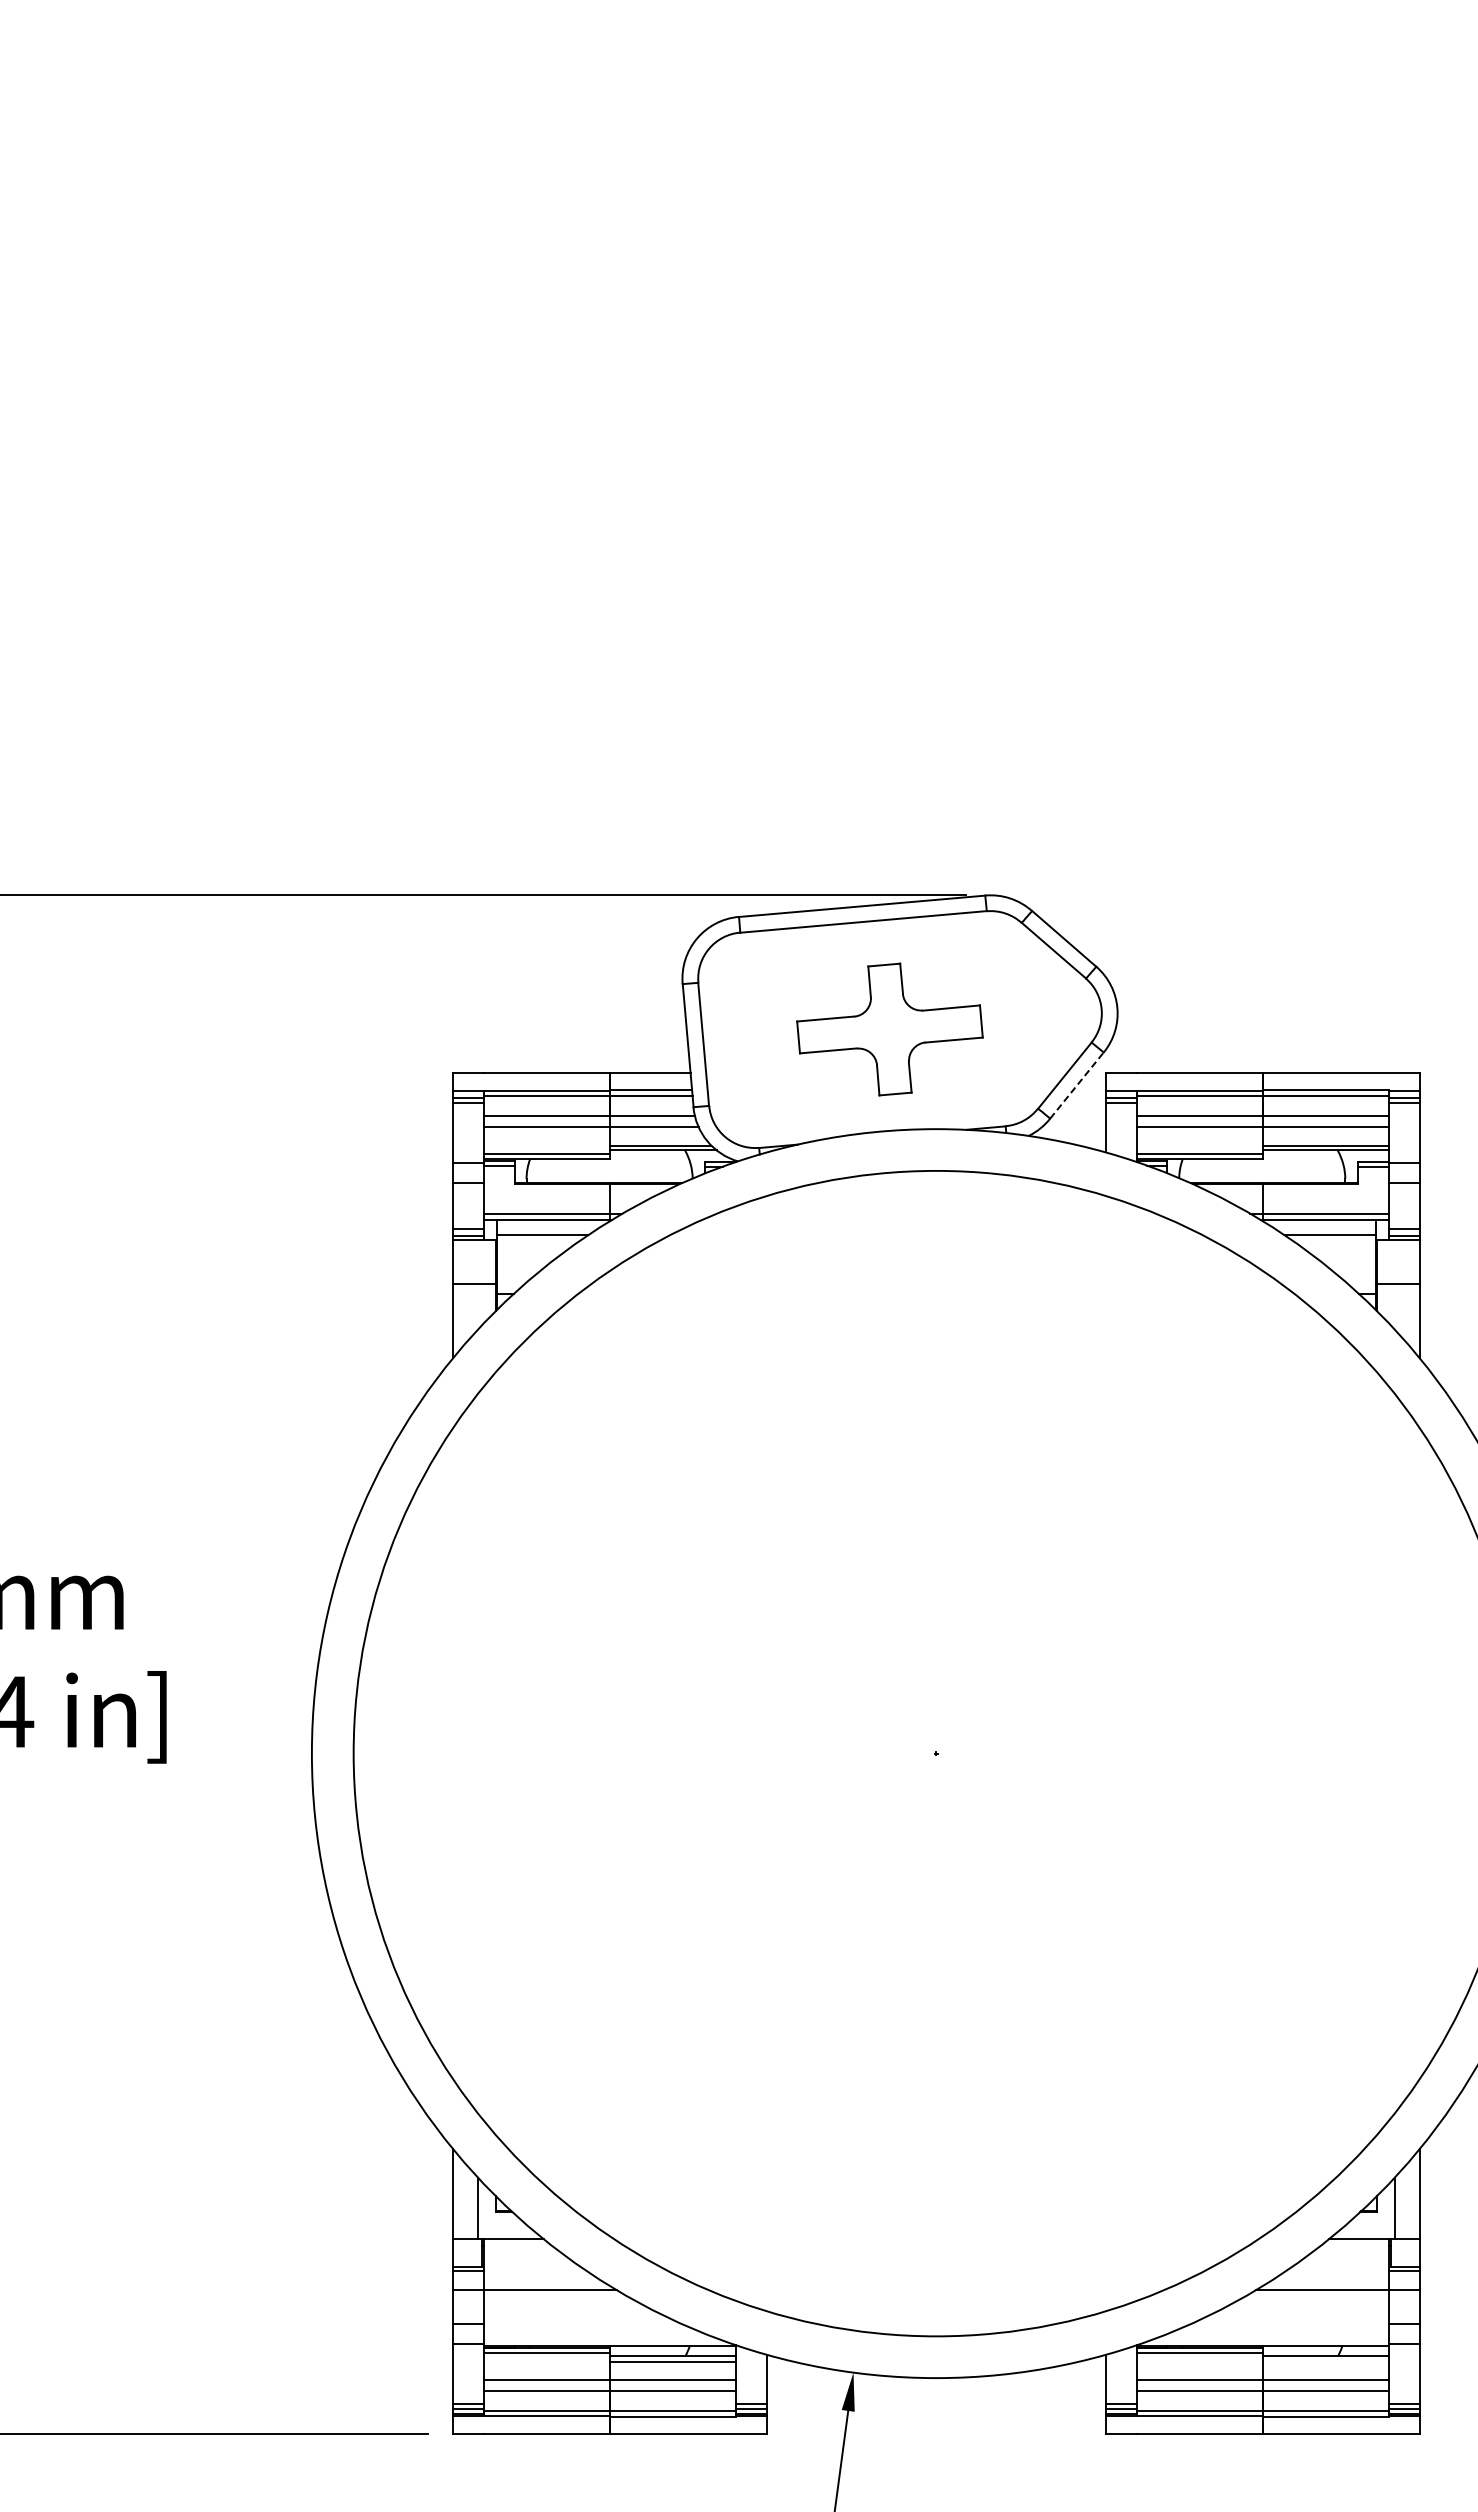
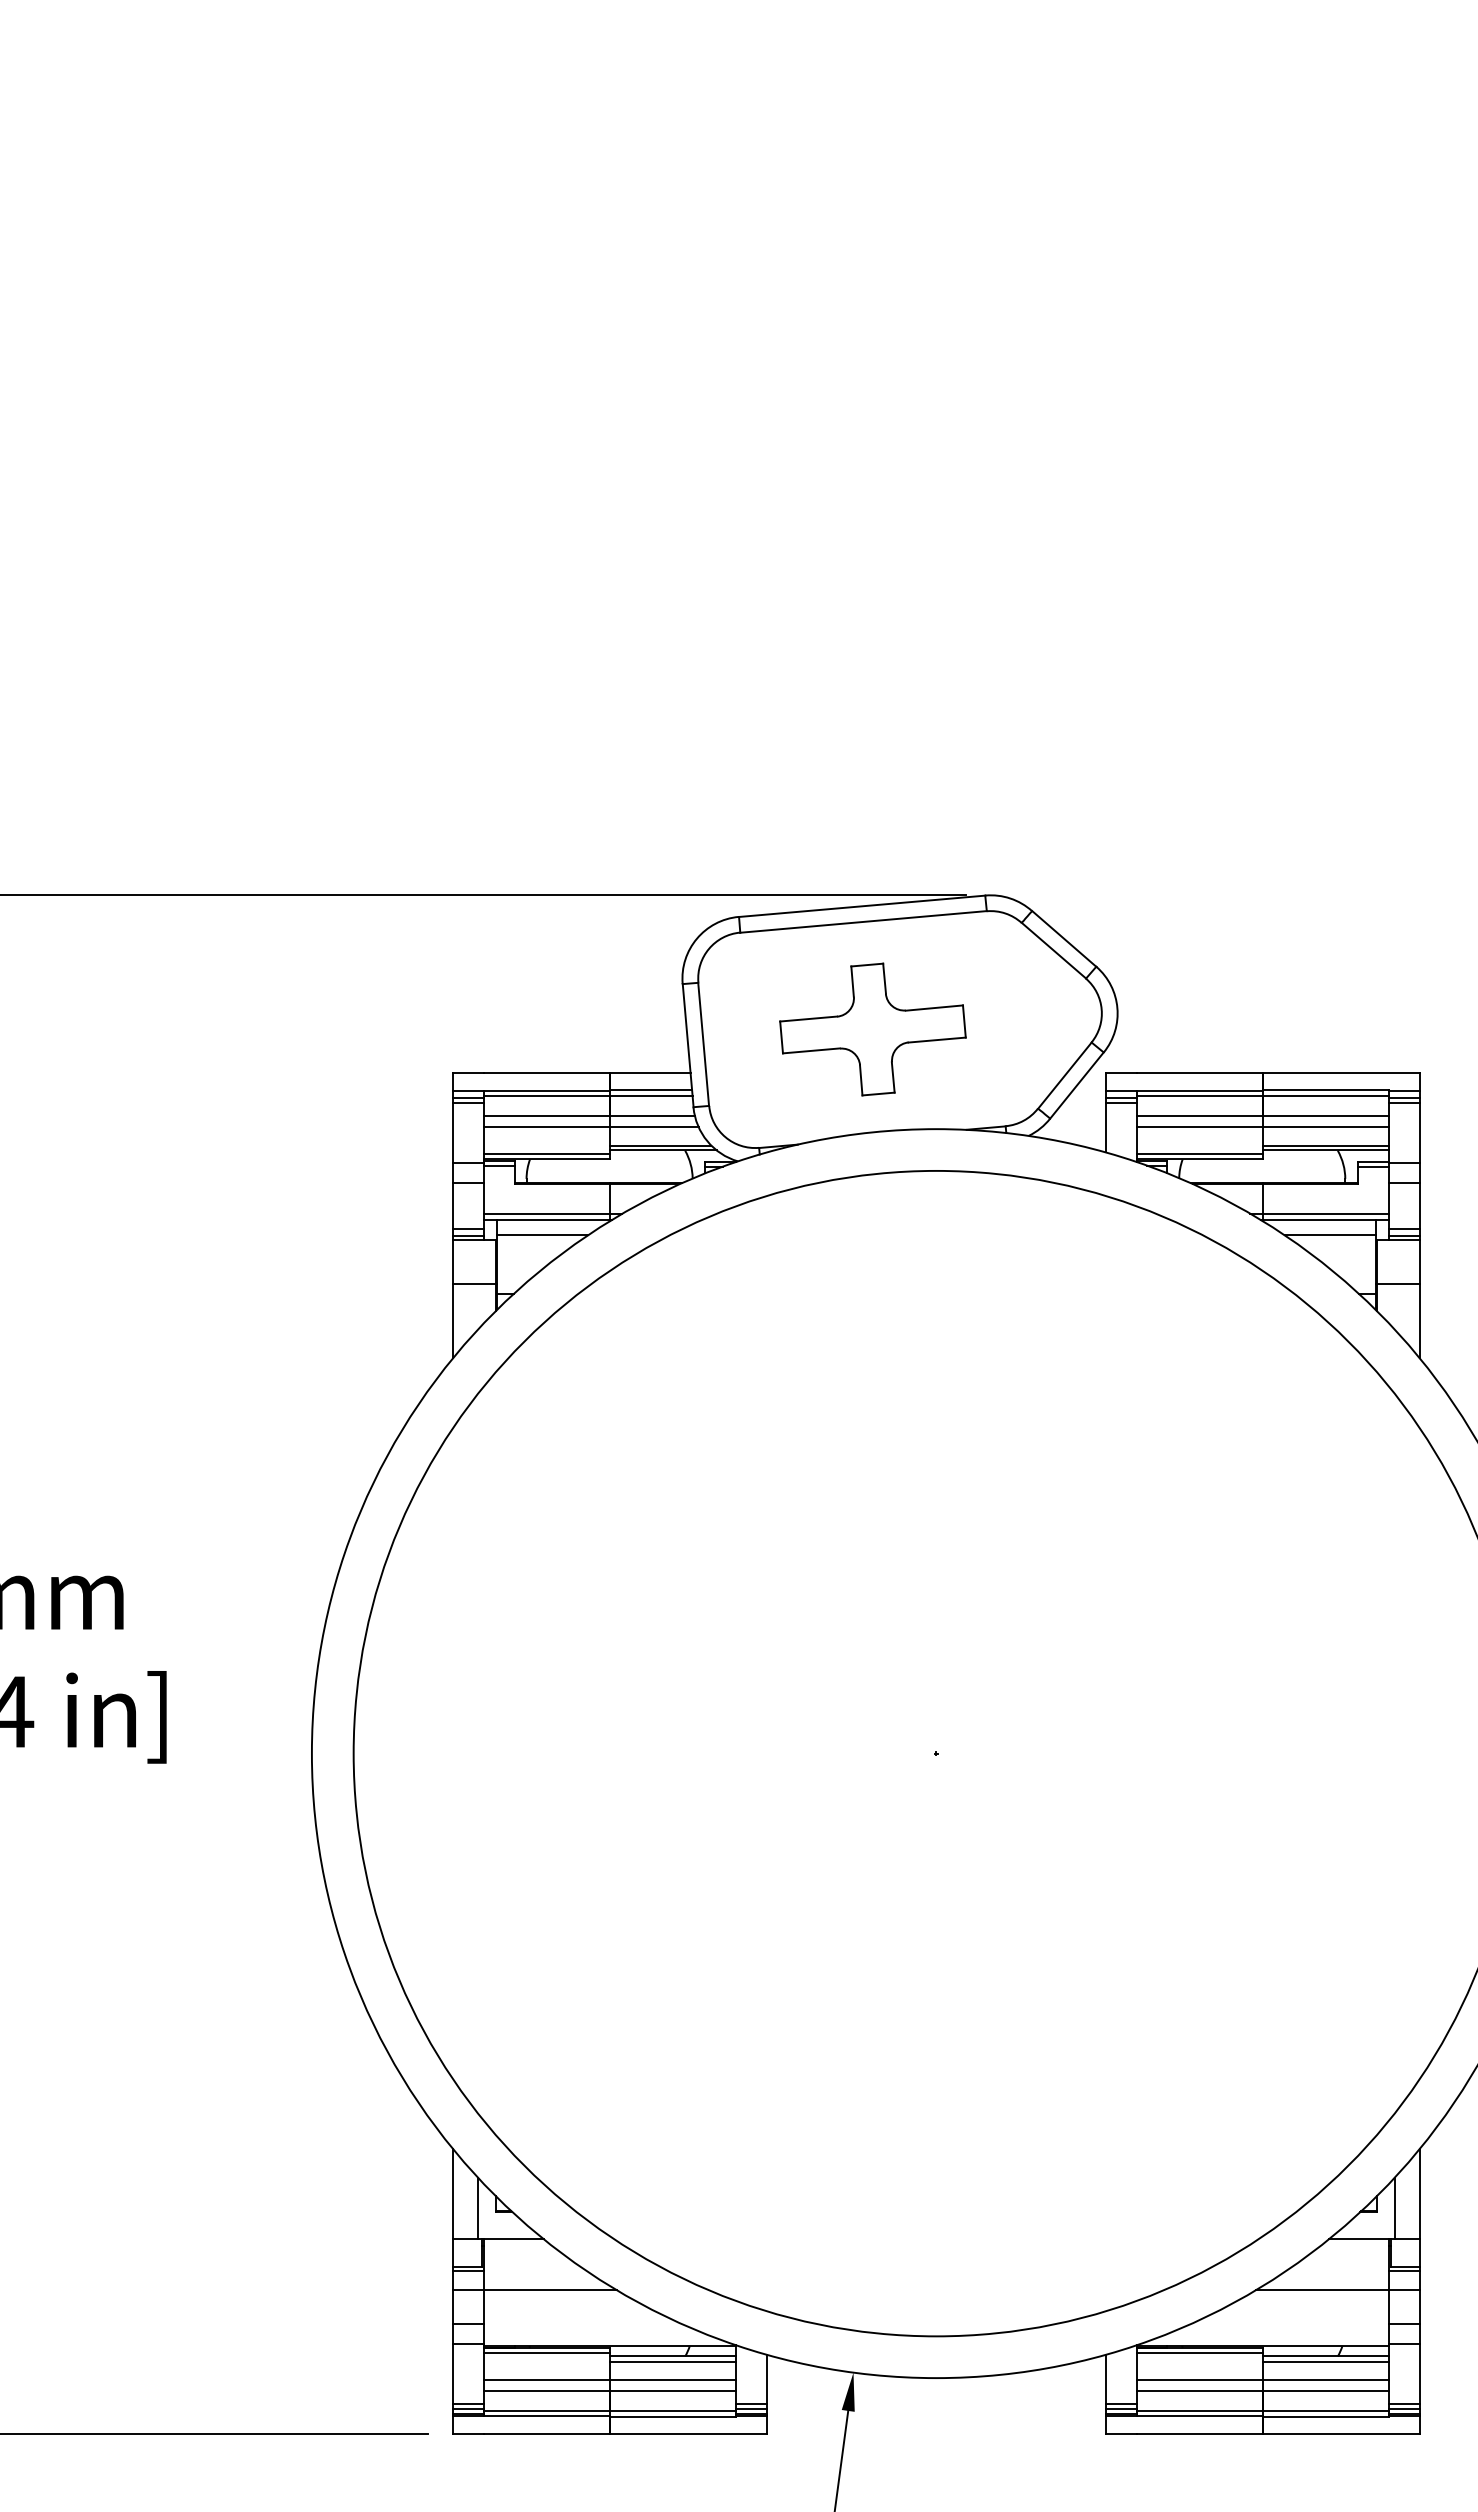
part at (889, 1029) position: (889, 1029) -> (872, 1029)
line at (1076, 1085): dashed -> solid
line at (1325, 2361): none -> present
